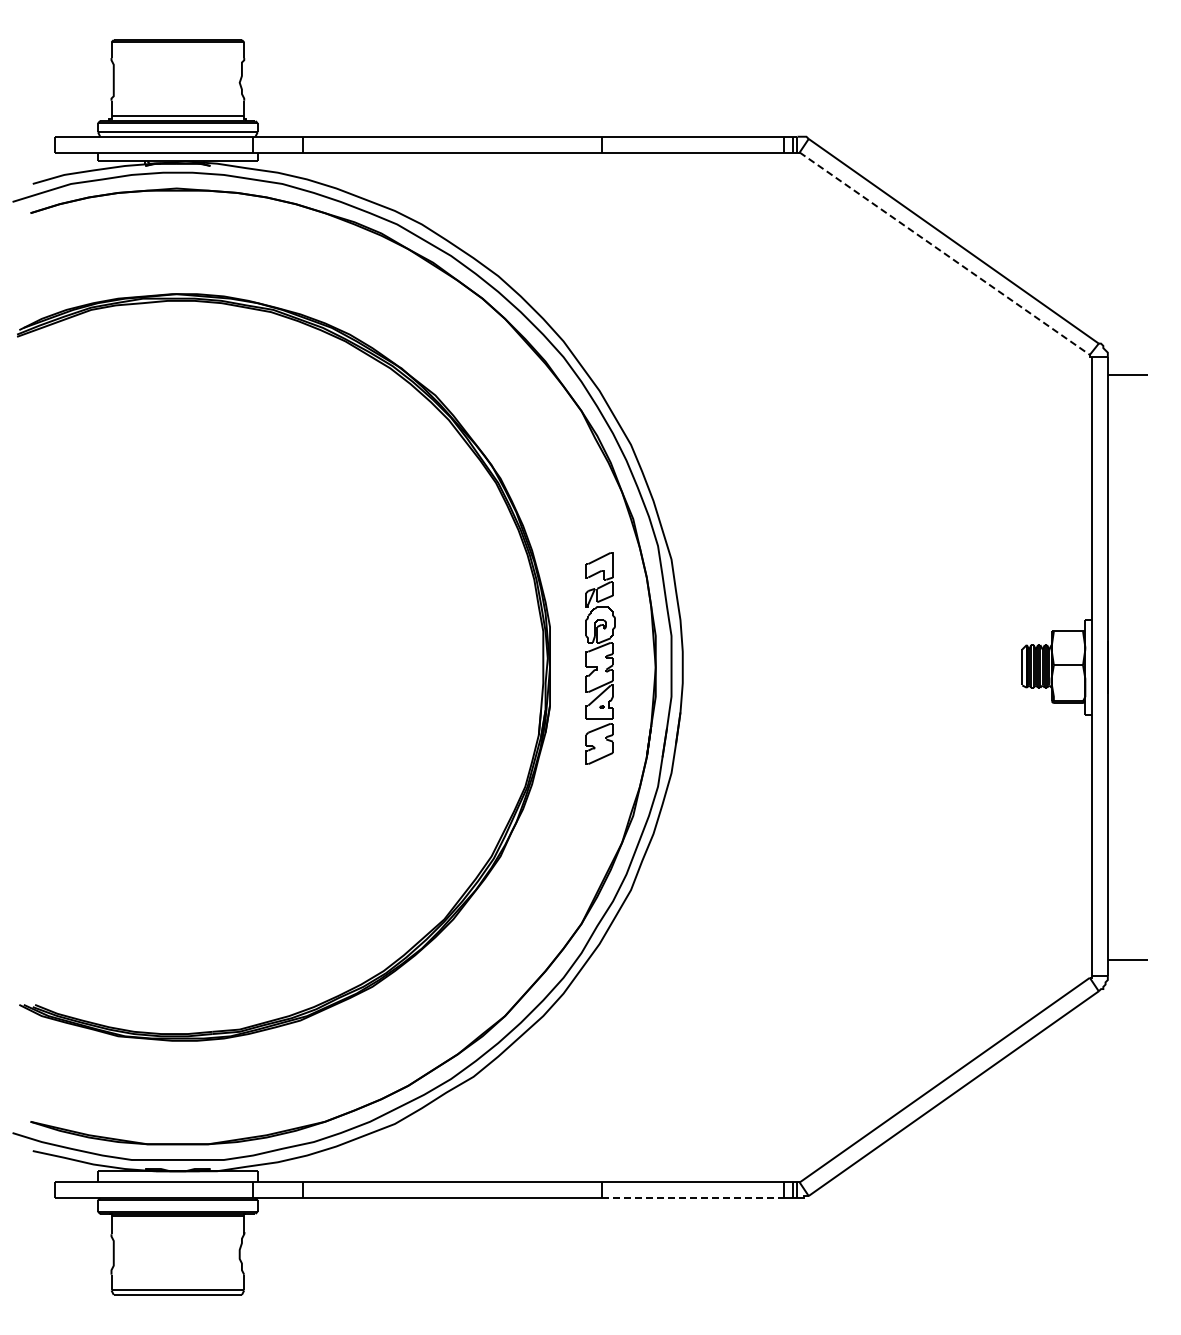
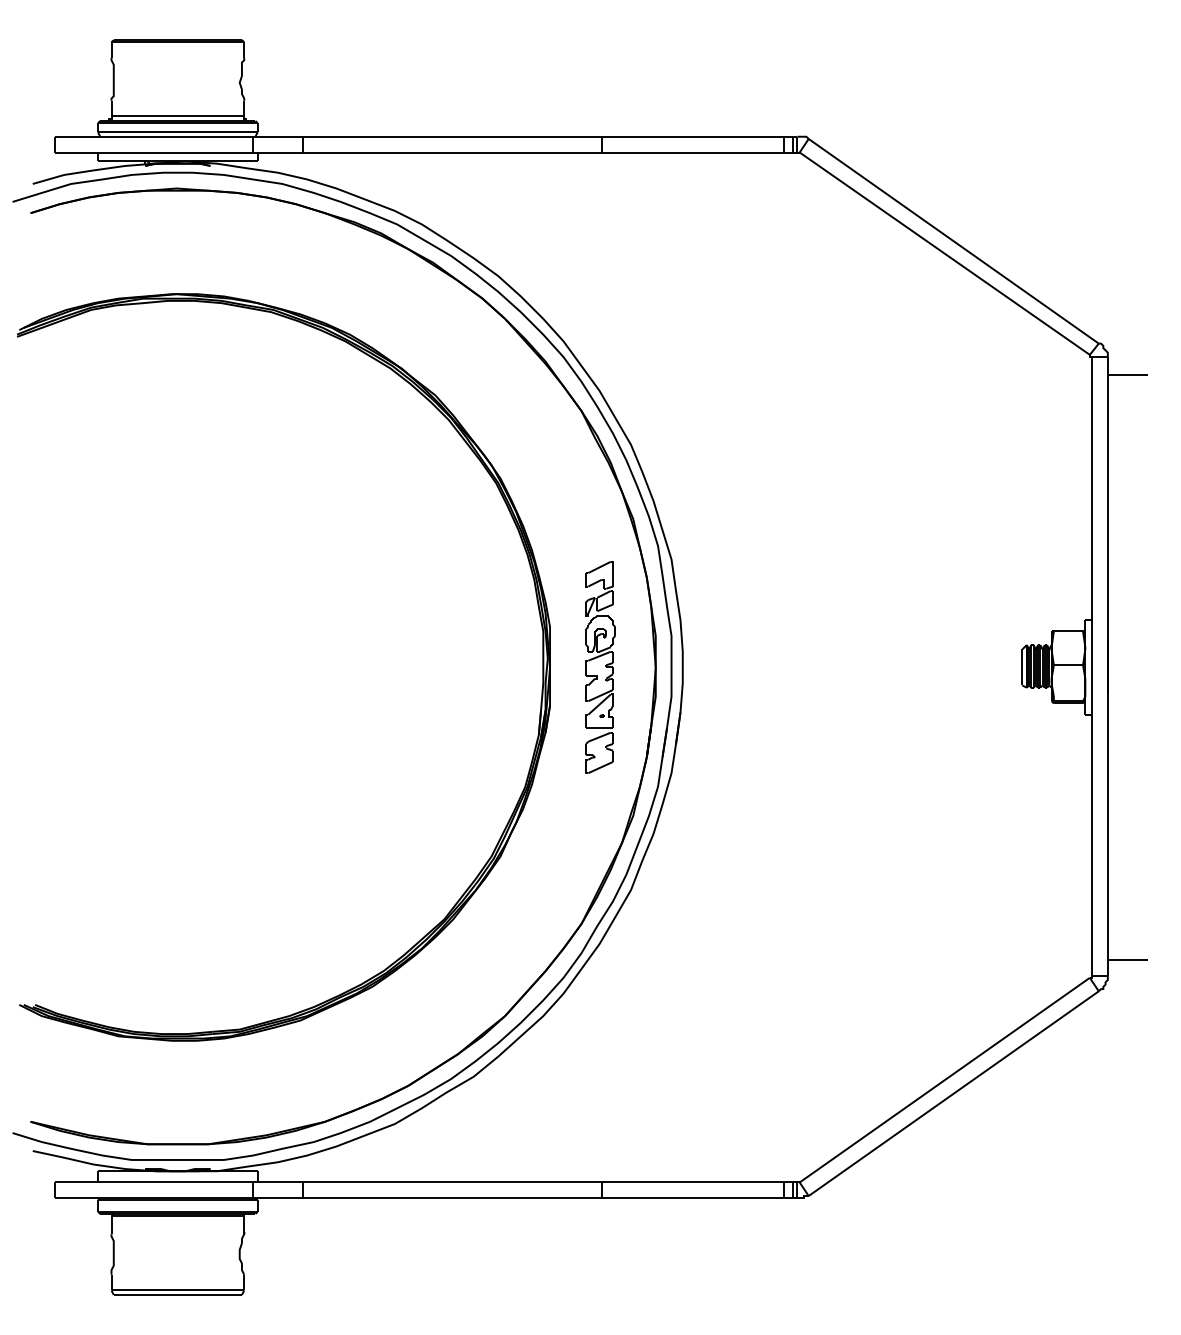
line at (944, 253): dashed -> solid
part at (600, 658) position: (600, 658) -> (600, 667)
line at (693, 1198): dashed -> solid
